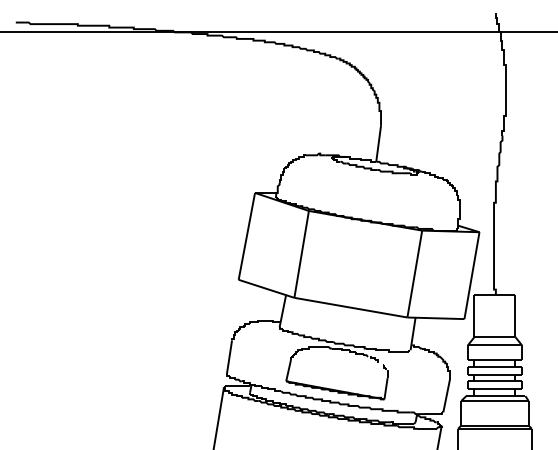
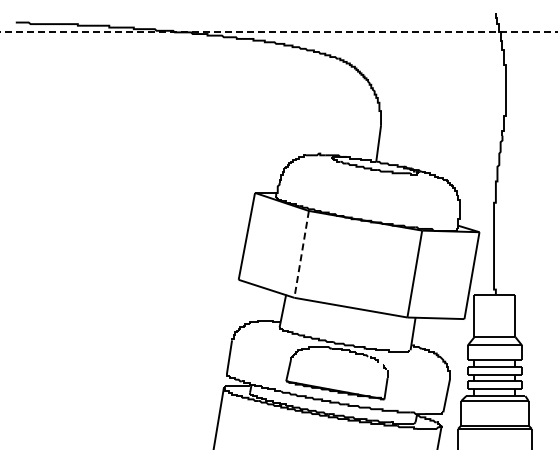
line at (278, 32): solid -> dashed
line at (301, 254): solid -> dashed
